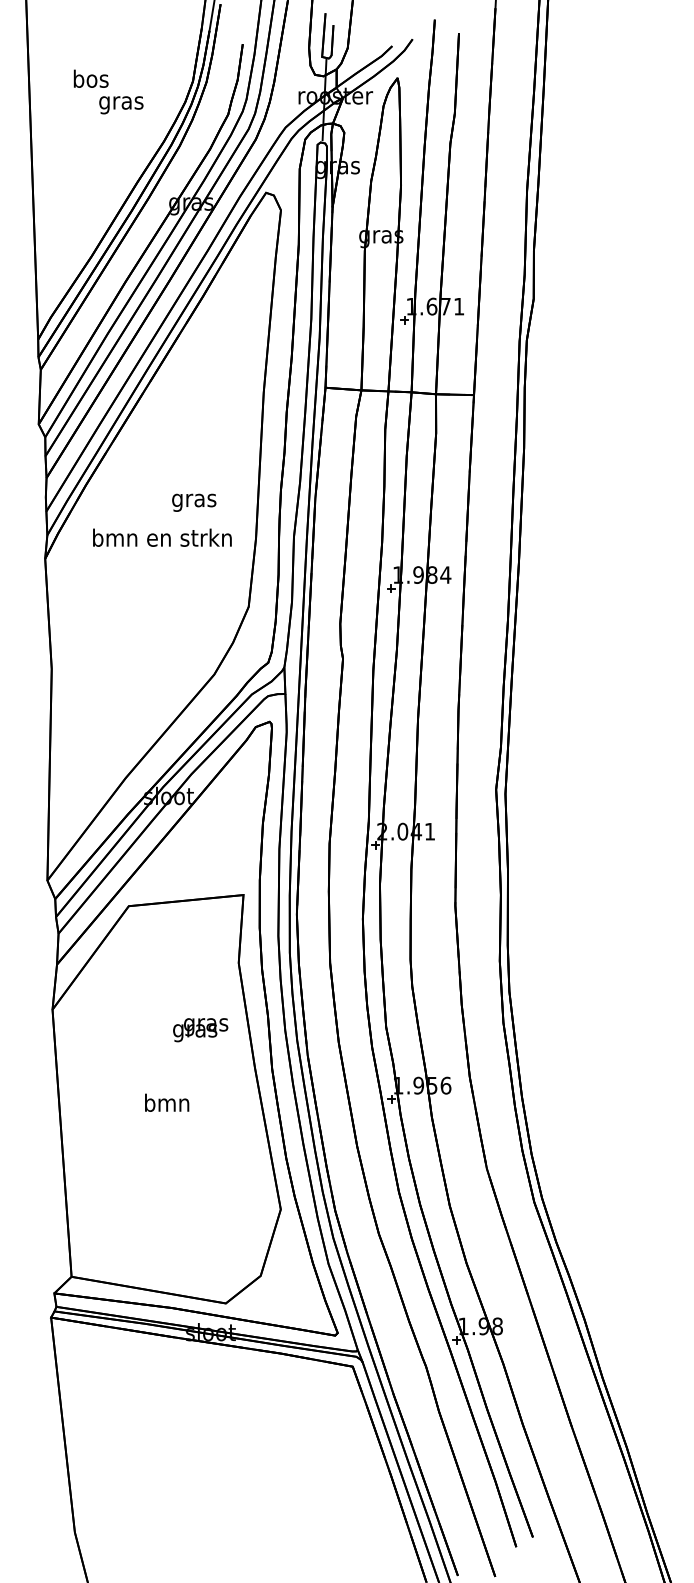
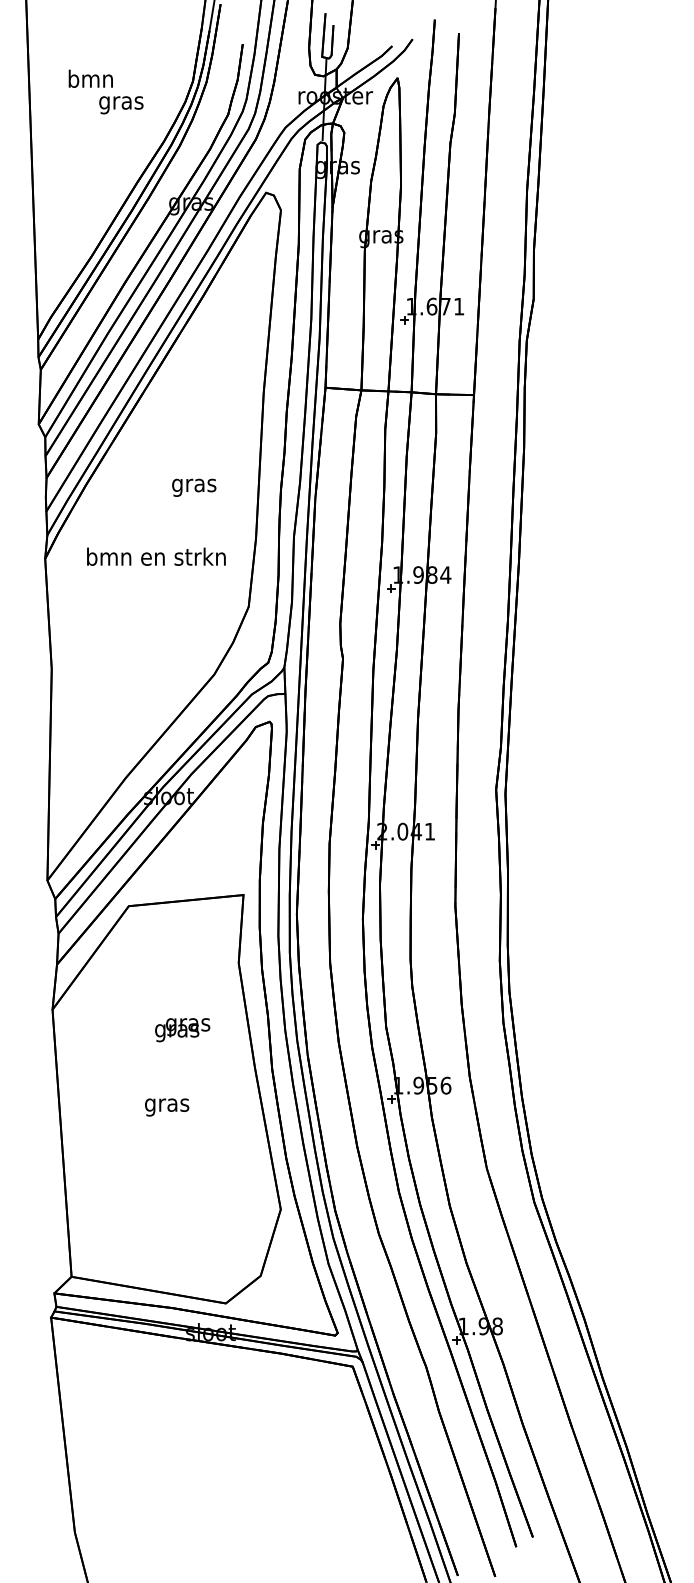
text at (90, 78): bos -> bmn
text at (194, 502) position: (194, 502) -> (194, 487)
text at (162, 537) position: (162, 537) -> (156, 556)
text at (200, 1030) position: (200, 1030) -> (182, 1030)
text at (167, 1104): bmn -> gras
